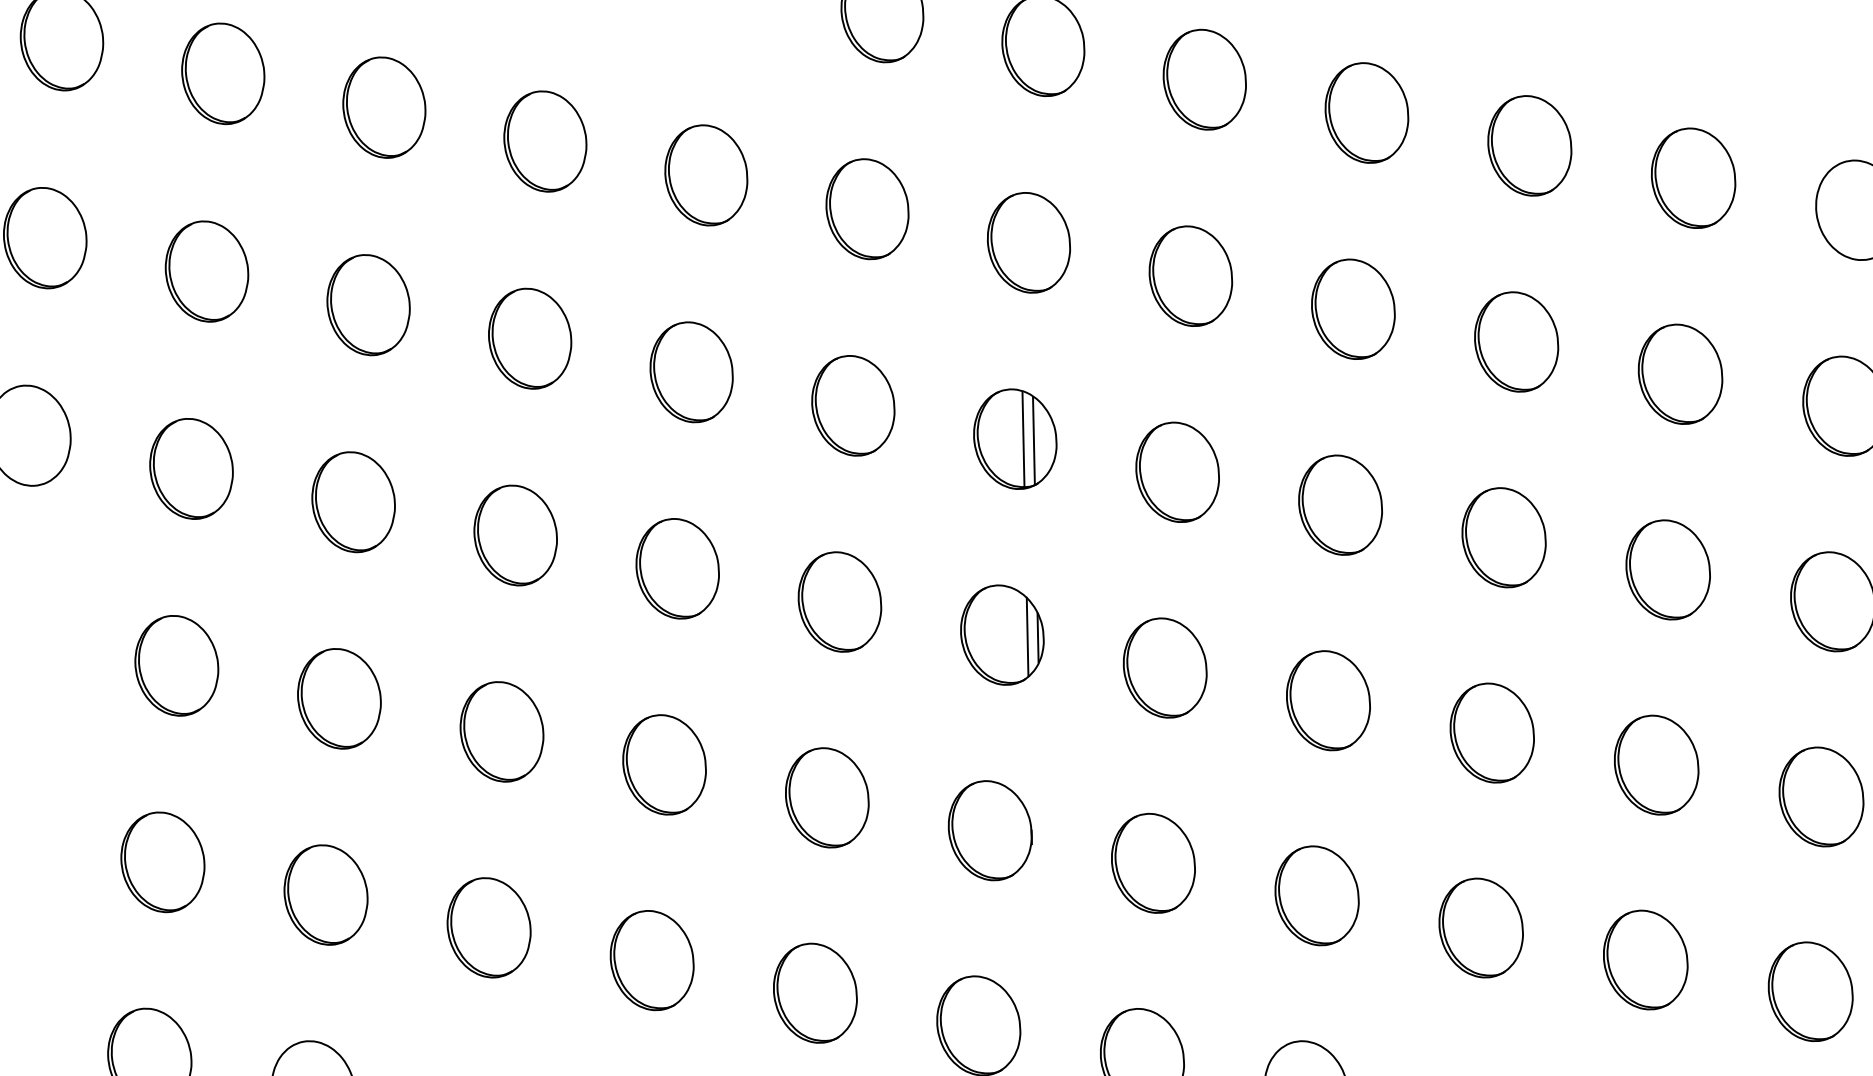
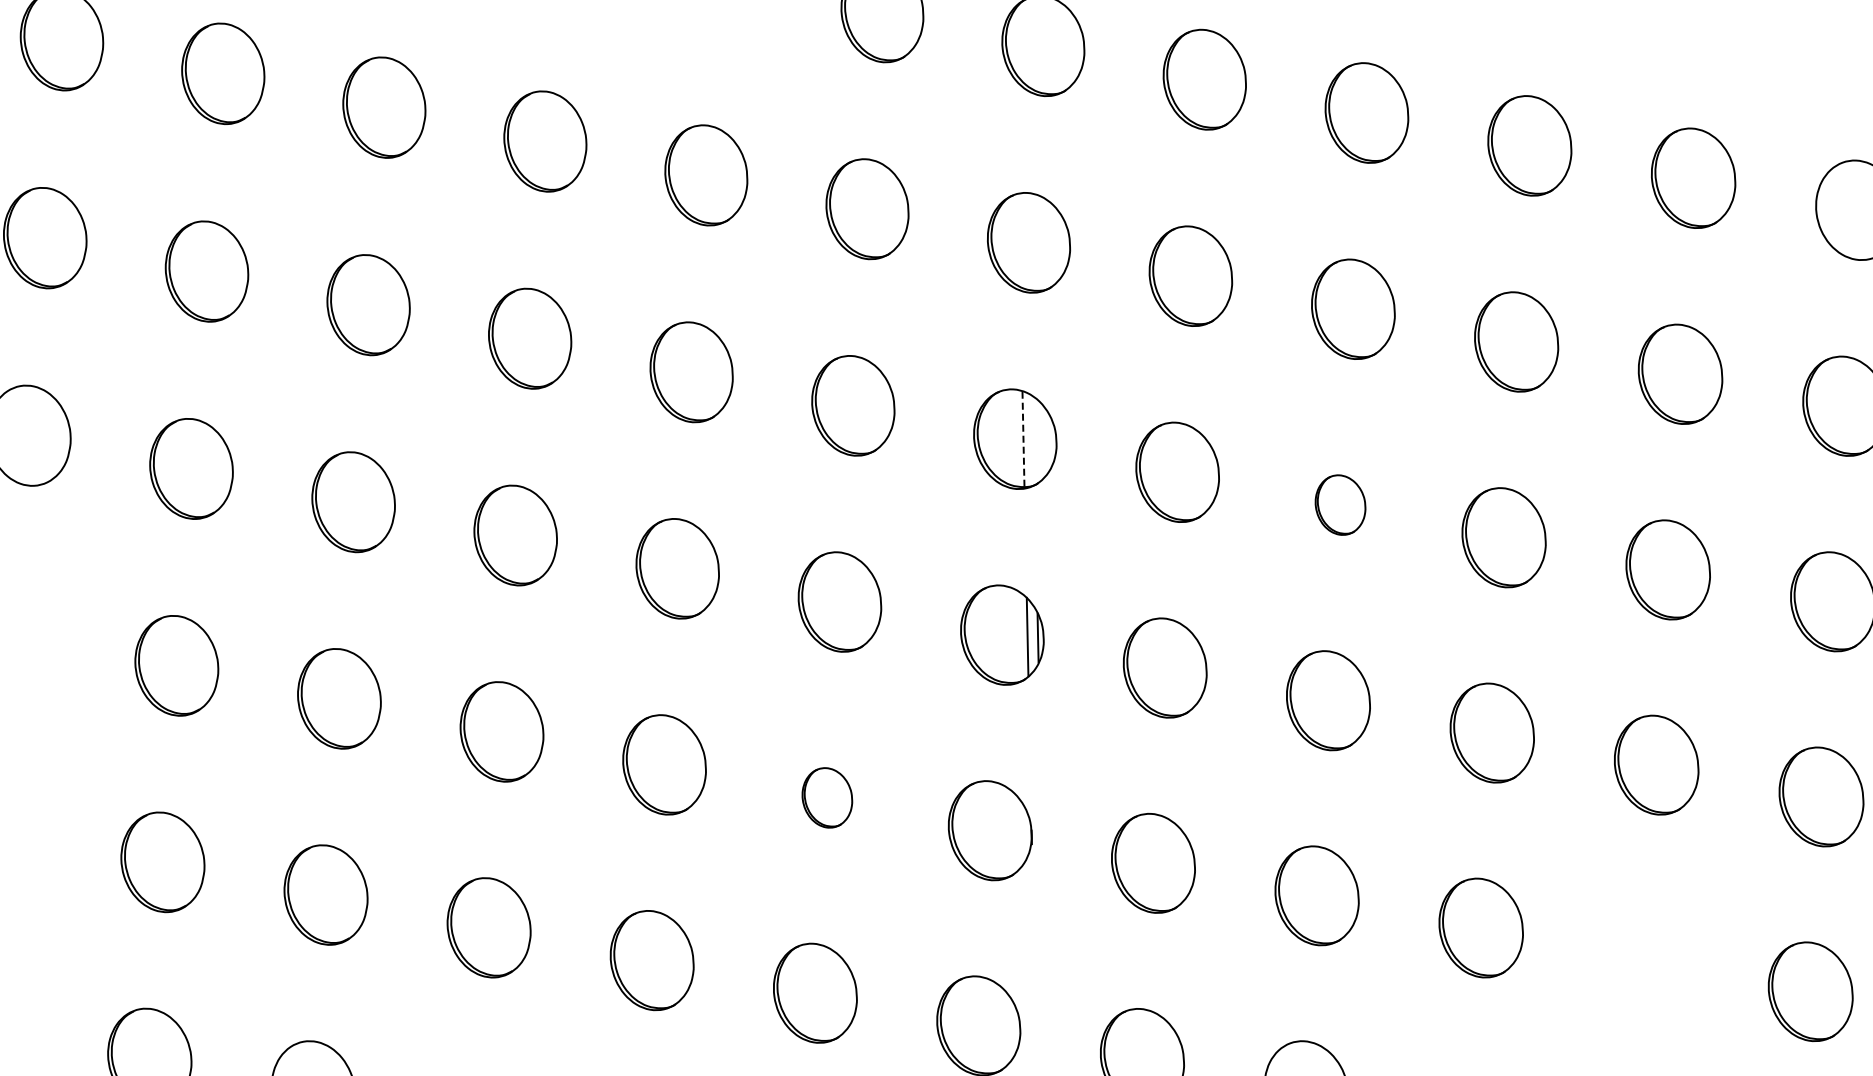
line at (1023, 439): solid -> dashed
line at (1033, 440): present -> none
part at (1340, 504) size: 85x102 px -> 53x62 px
part at (827, 797) size: 85x102 px -> 53x62 px
part at (1645, 959): present -> none
